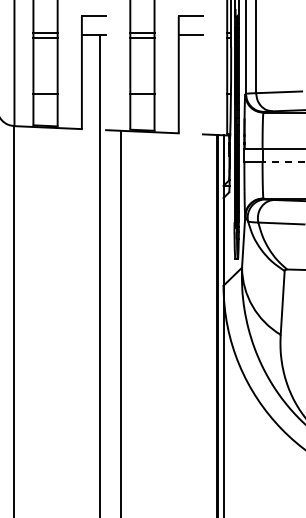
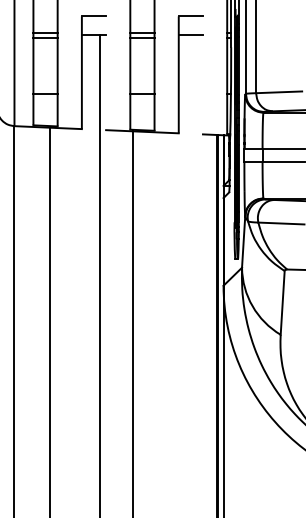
line at (283, 162): dashed -> solid
line at (50, 320): none -> present
line at (120, 322) position: (120, 322) -> (132, 322)
